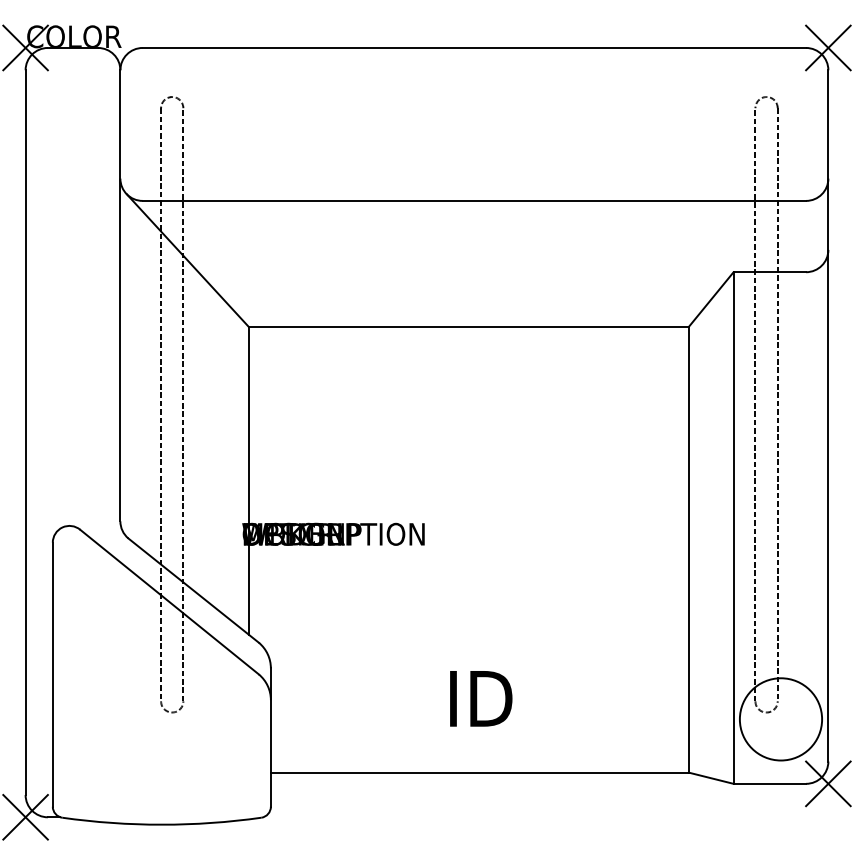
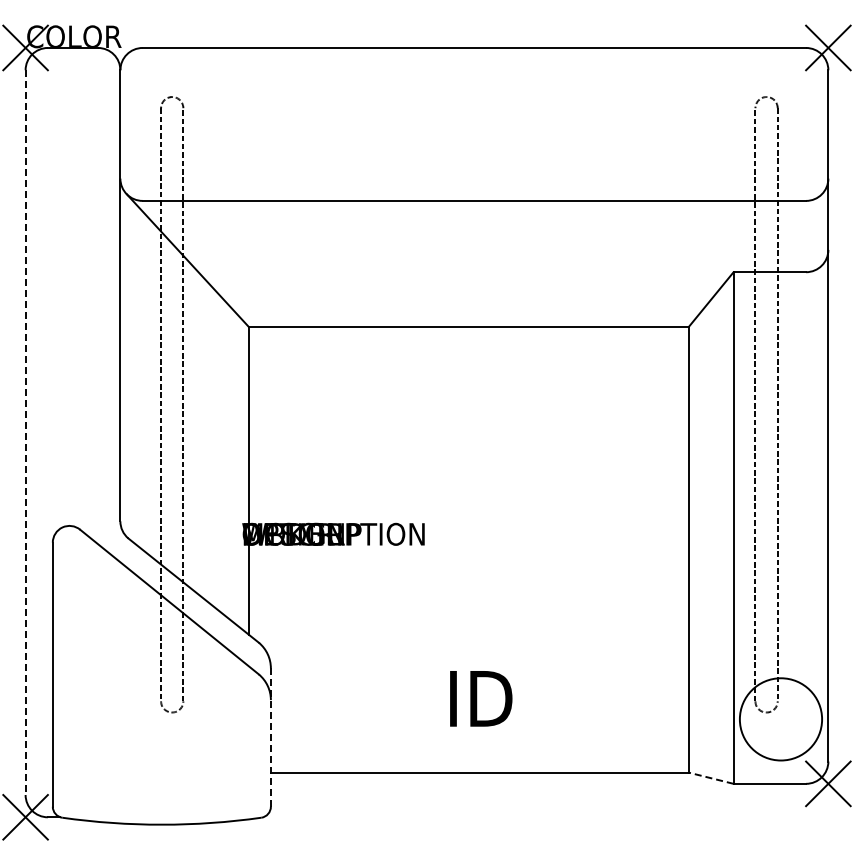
line at (25, 433): solid -> dashed
line at (270, 737): solid -> dashed
line at (711, 778): solid -> dashed
